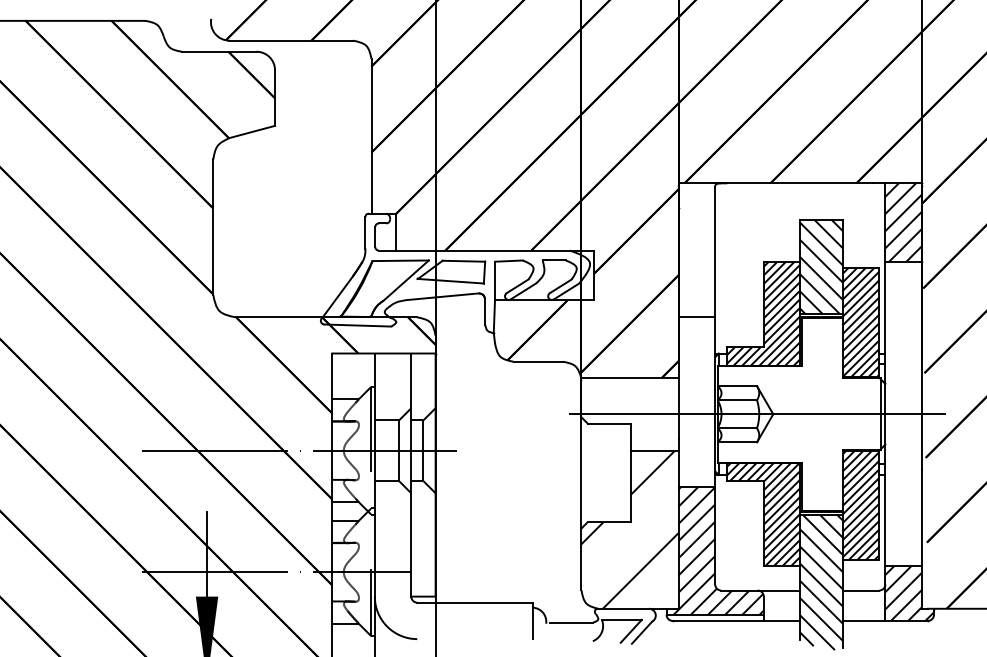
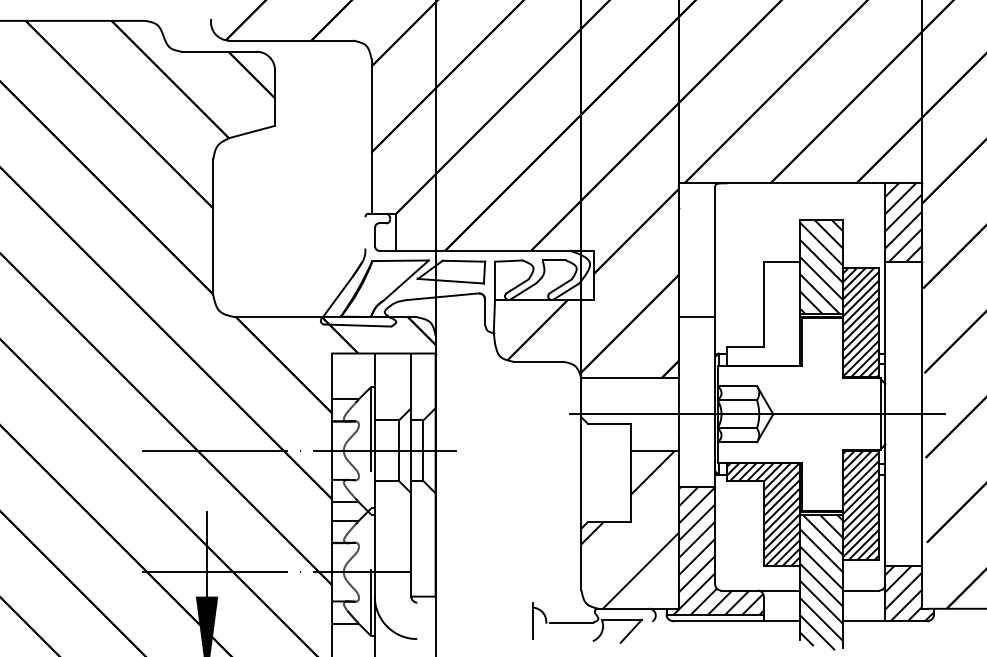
line at (365, 232): present -> none
hatch at (763, 313): present -> none
line at (474, 602): present -> none
line at (641, 632): present -> none
